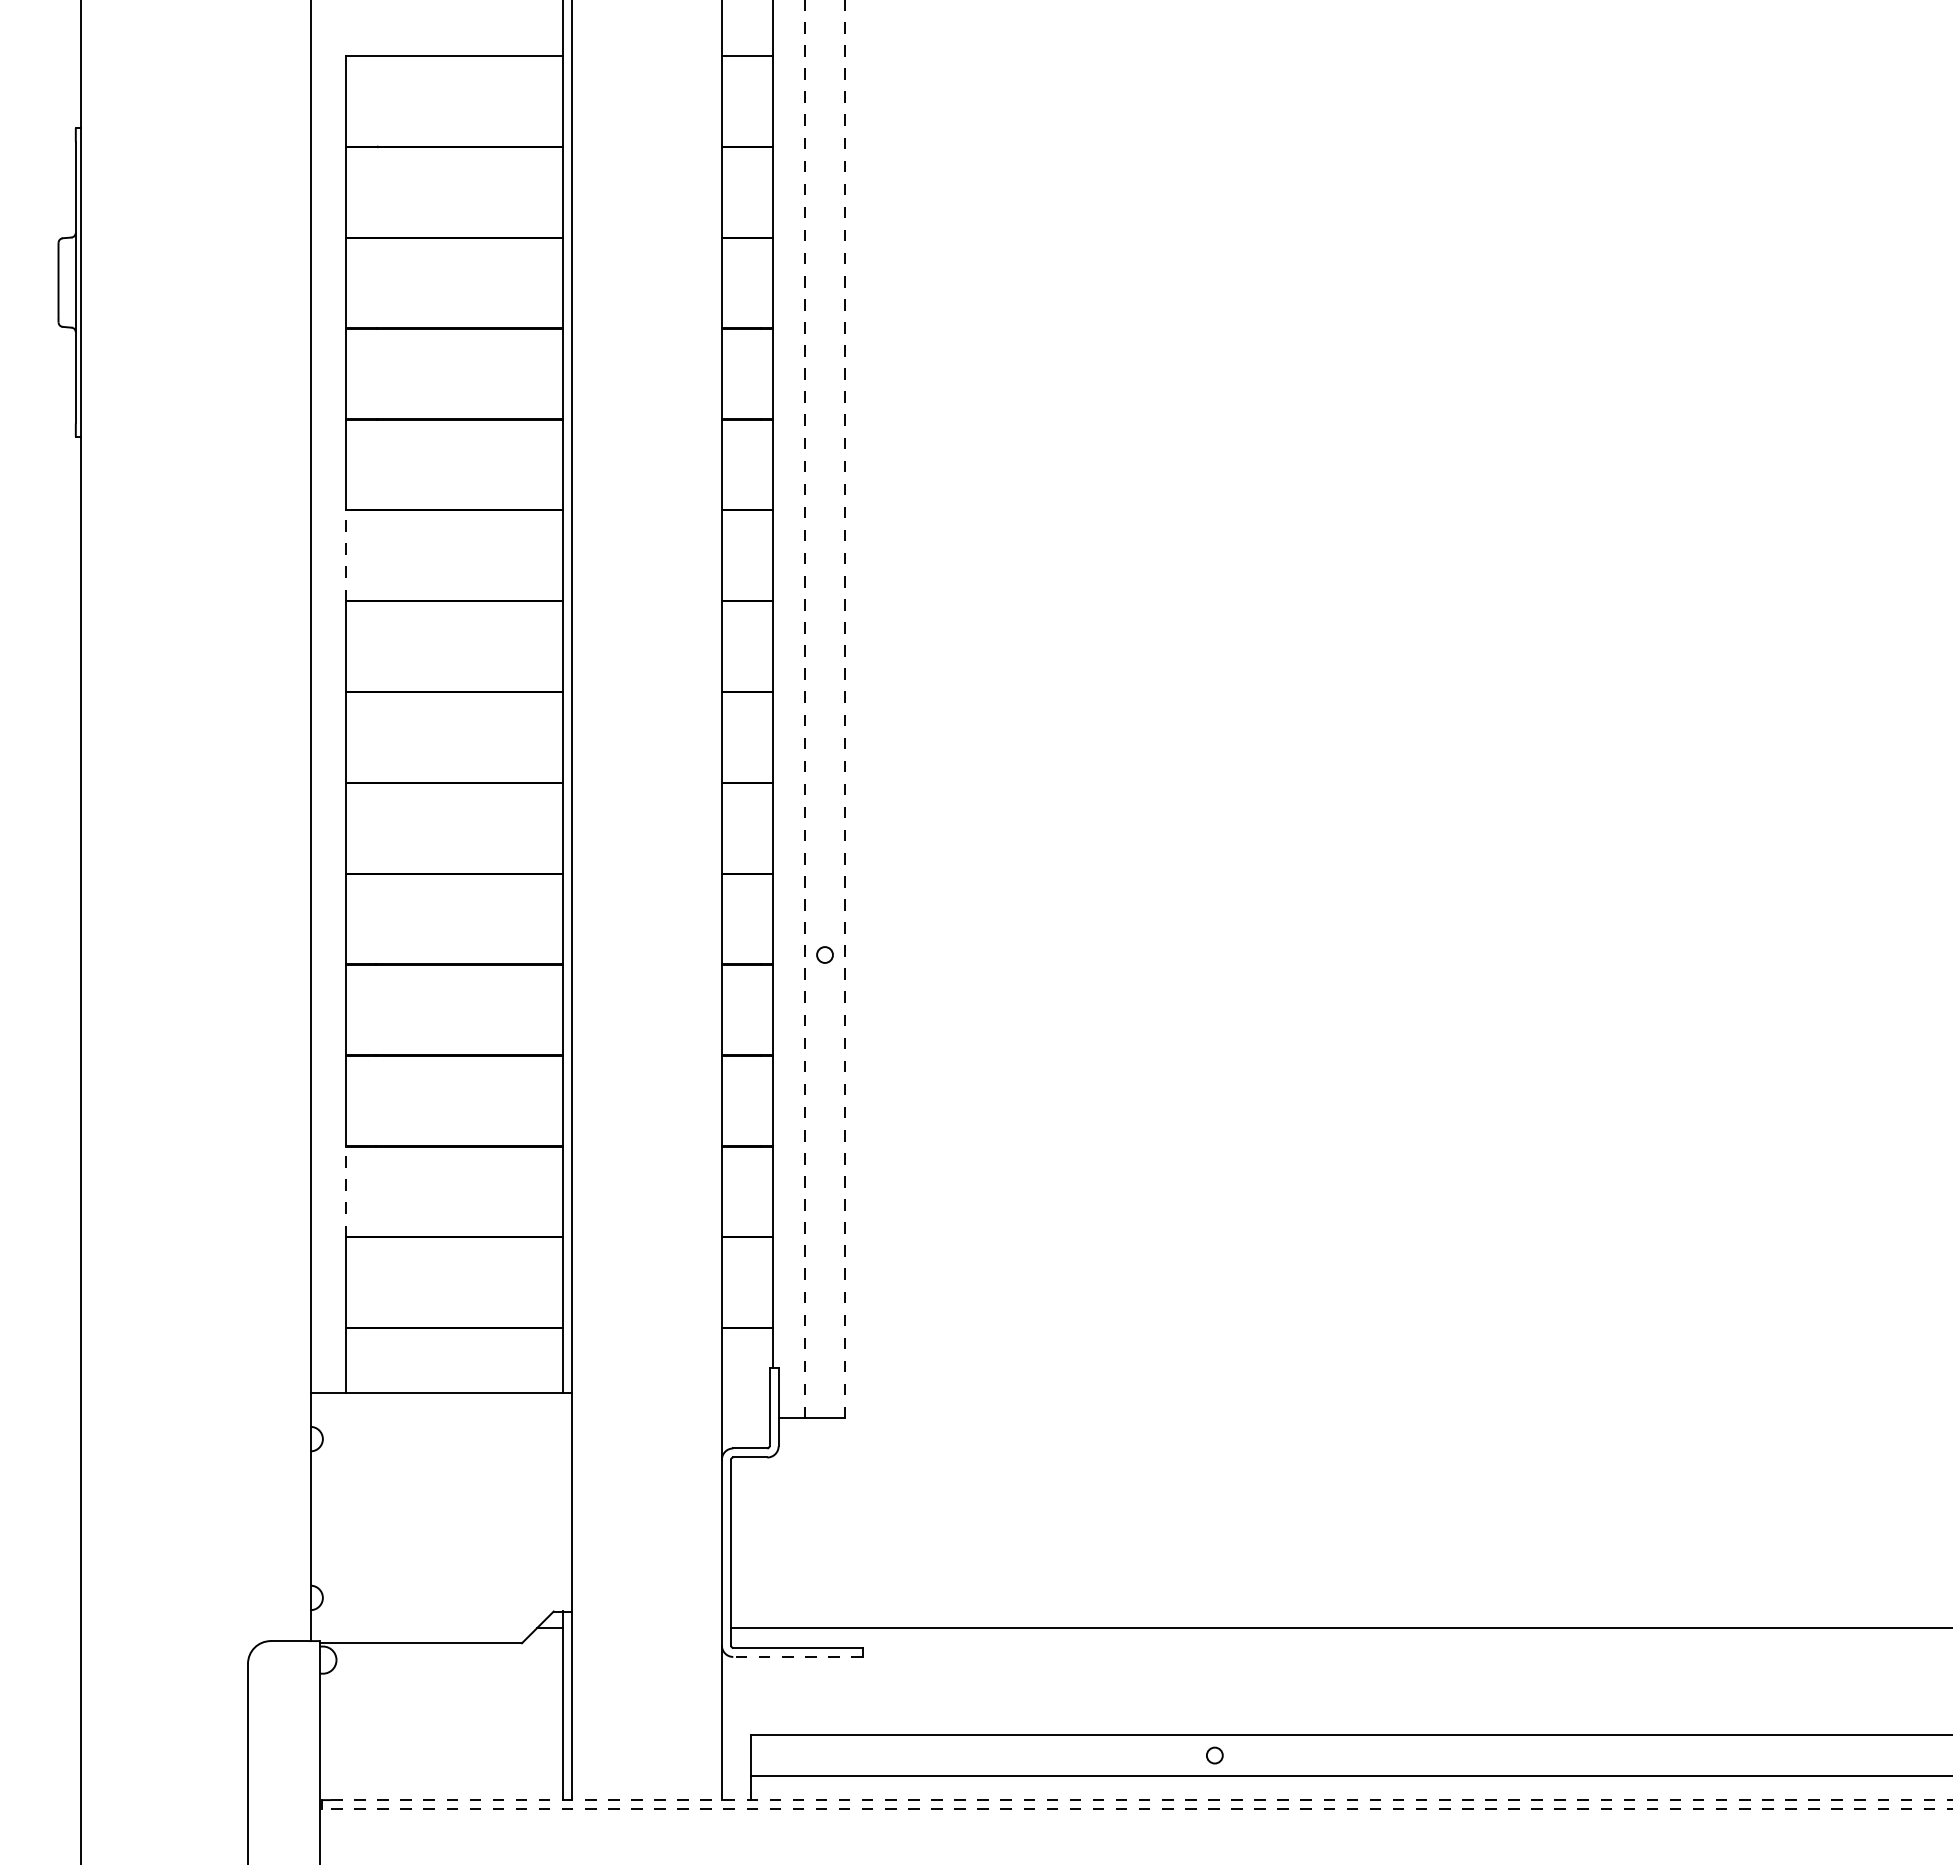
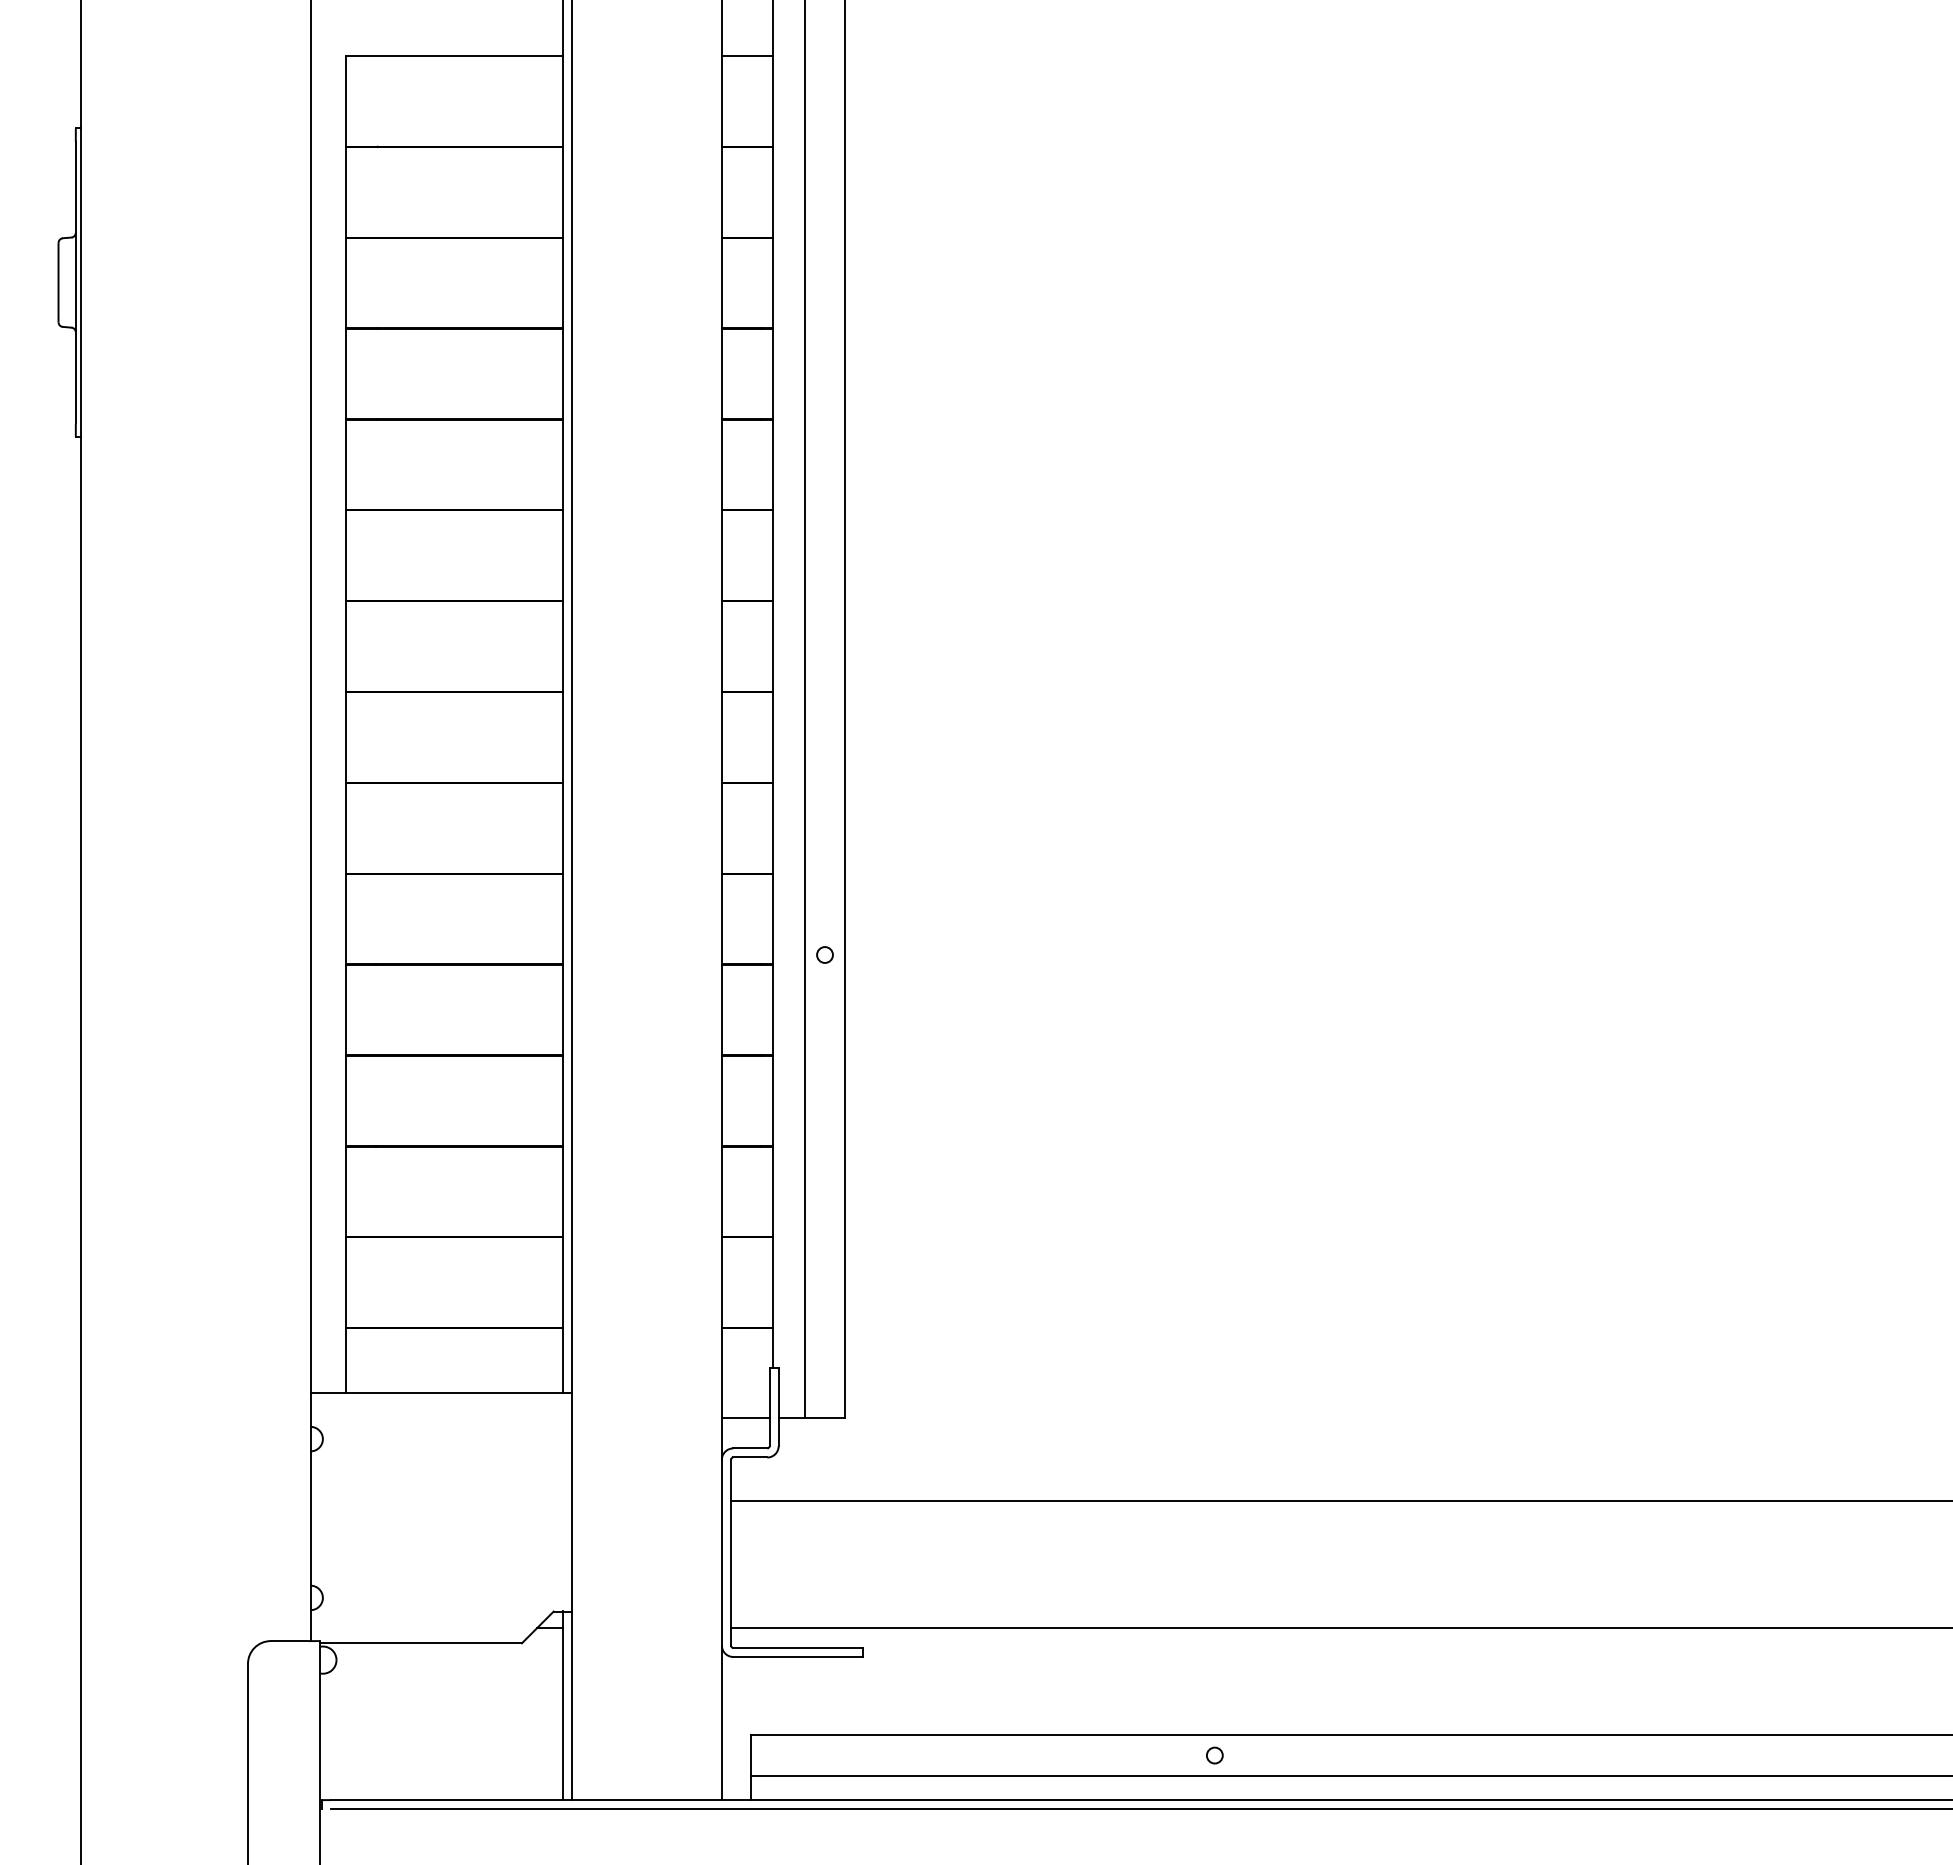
line at (345, 555): dashed -> solid
line at (804, 709): dashed -> solid
line at (845, 709): dashed -> solid
line at (345, 1191): dashed -> solid
line at (745, 1418): none -> present
line at (1339, 1500): none -> present
line at (798, 1657): dashed -> solid
line at (1141, 1800): dashed -> solid
line at (1141, 1809): dashed -> solid
